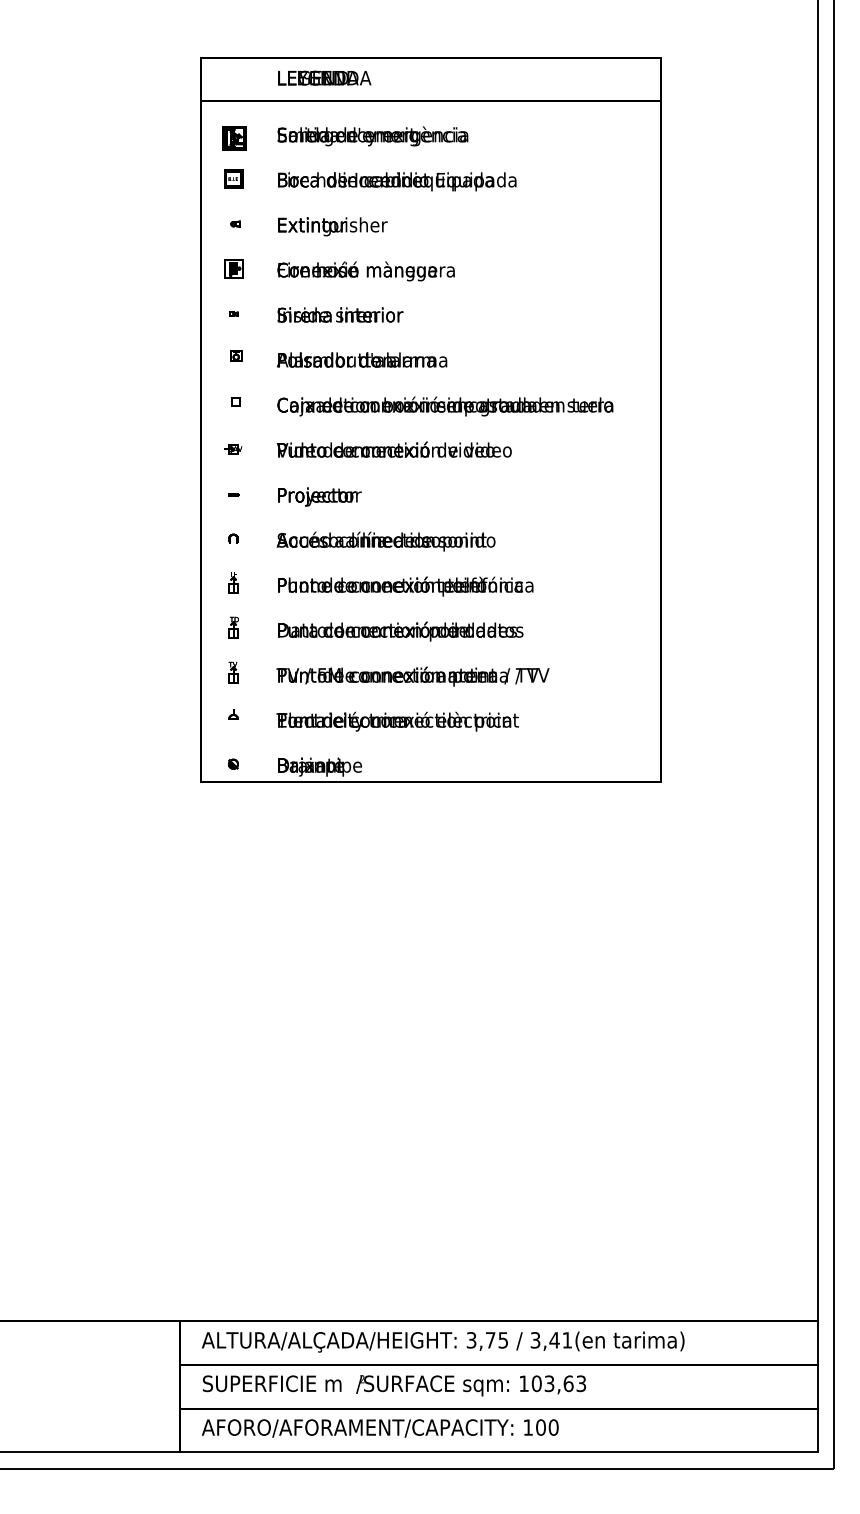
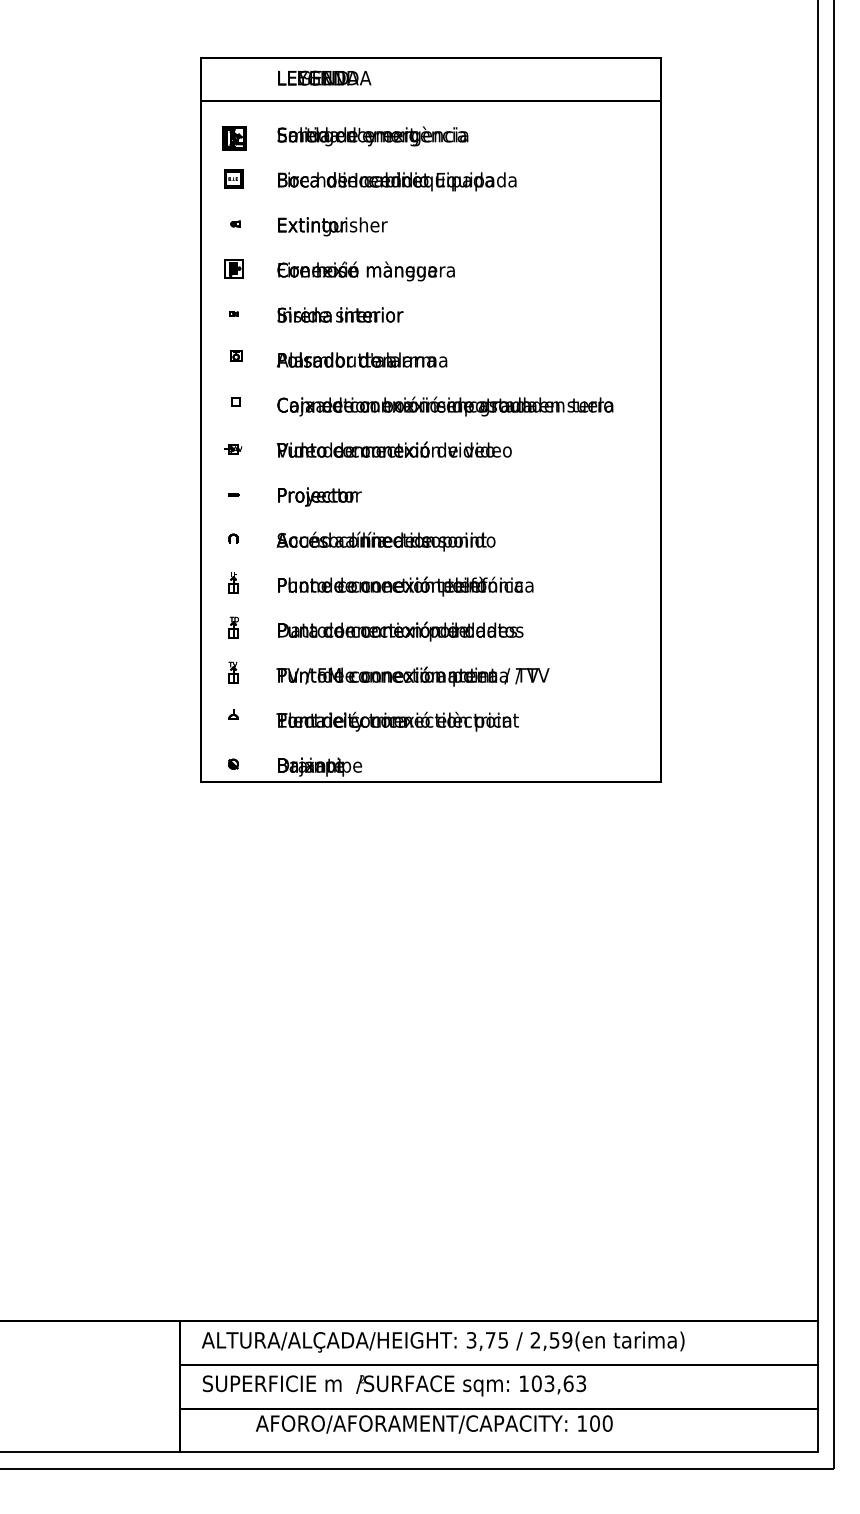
text at (551, 1340): 3,41(en -> 2,59(en
text at (379, 1428) position: (379, 1428) -> (433, 1424)
